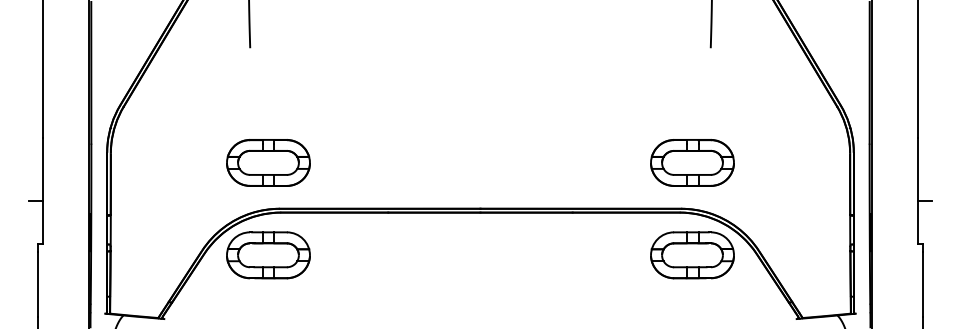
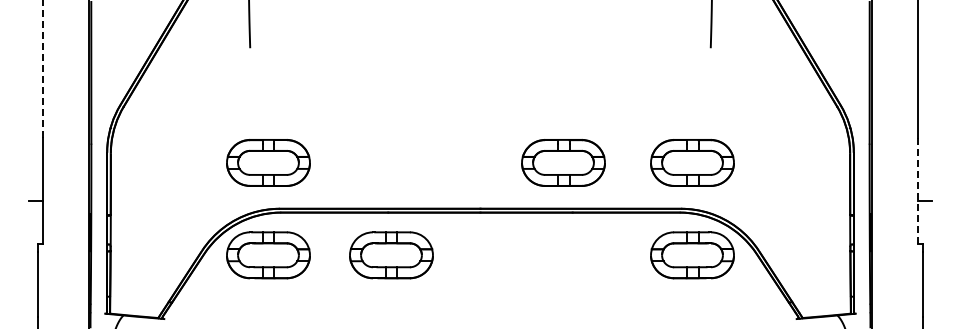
line at (42, 68): solid -> dashed
part at (563, 162): none -> present
line at (918, 190): solid -> dashed
part at (391, 255): none -> present
